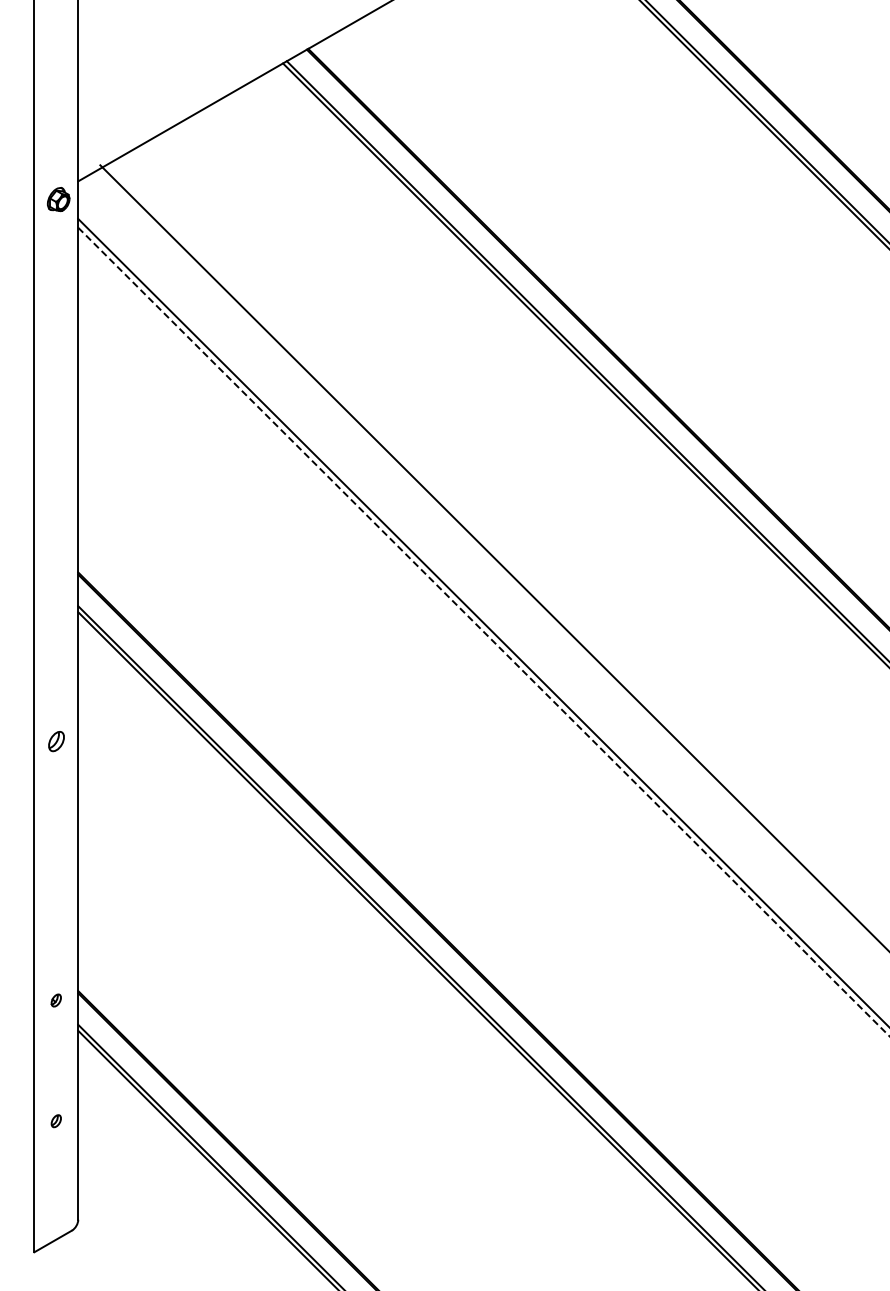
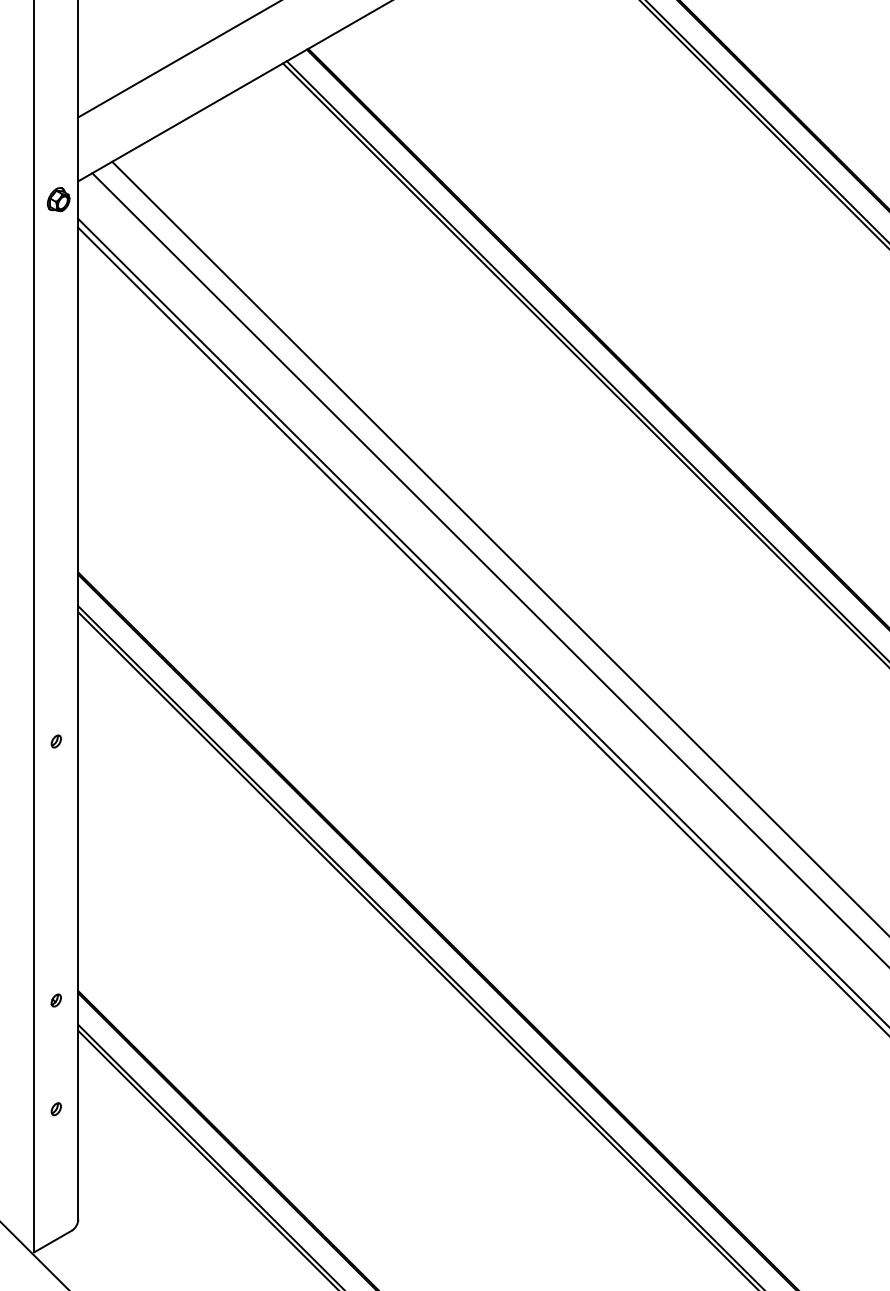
line at (178, 59): none -> present
line at (499, 547): none -> present
line at (493, 556) position: (493, 556) -> (489, 569)
line at (483, 632): dashed -> solid
part at (56, 741) size: 17x22 px -> 12x15 px
part at (55, 1121) position: (55, 1121) -> (55, 1109)
line at (34, 1255): none -> present
